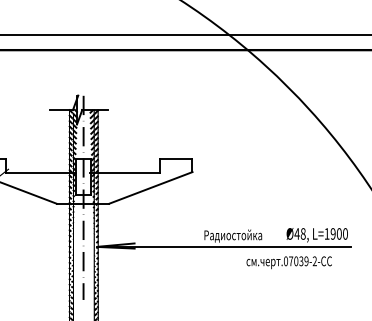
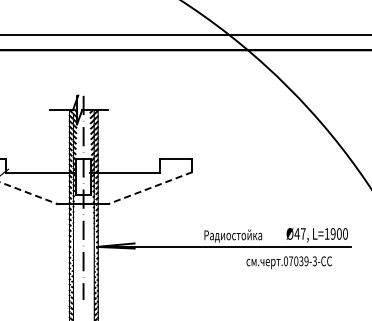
line at (150, 187): solid -> dashed
line at (28, 193): solid -> dashed
text at (302, 233): Ø48, -> Ø47,
text at (314, 261): .07039-2- -> .07039-3-
